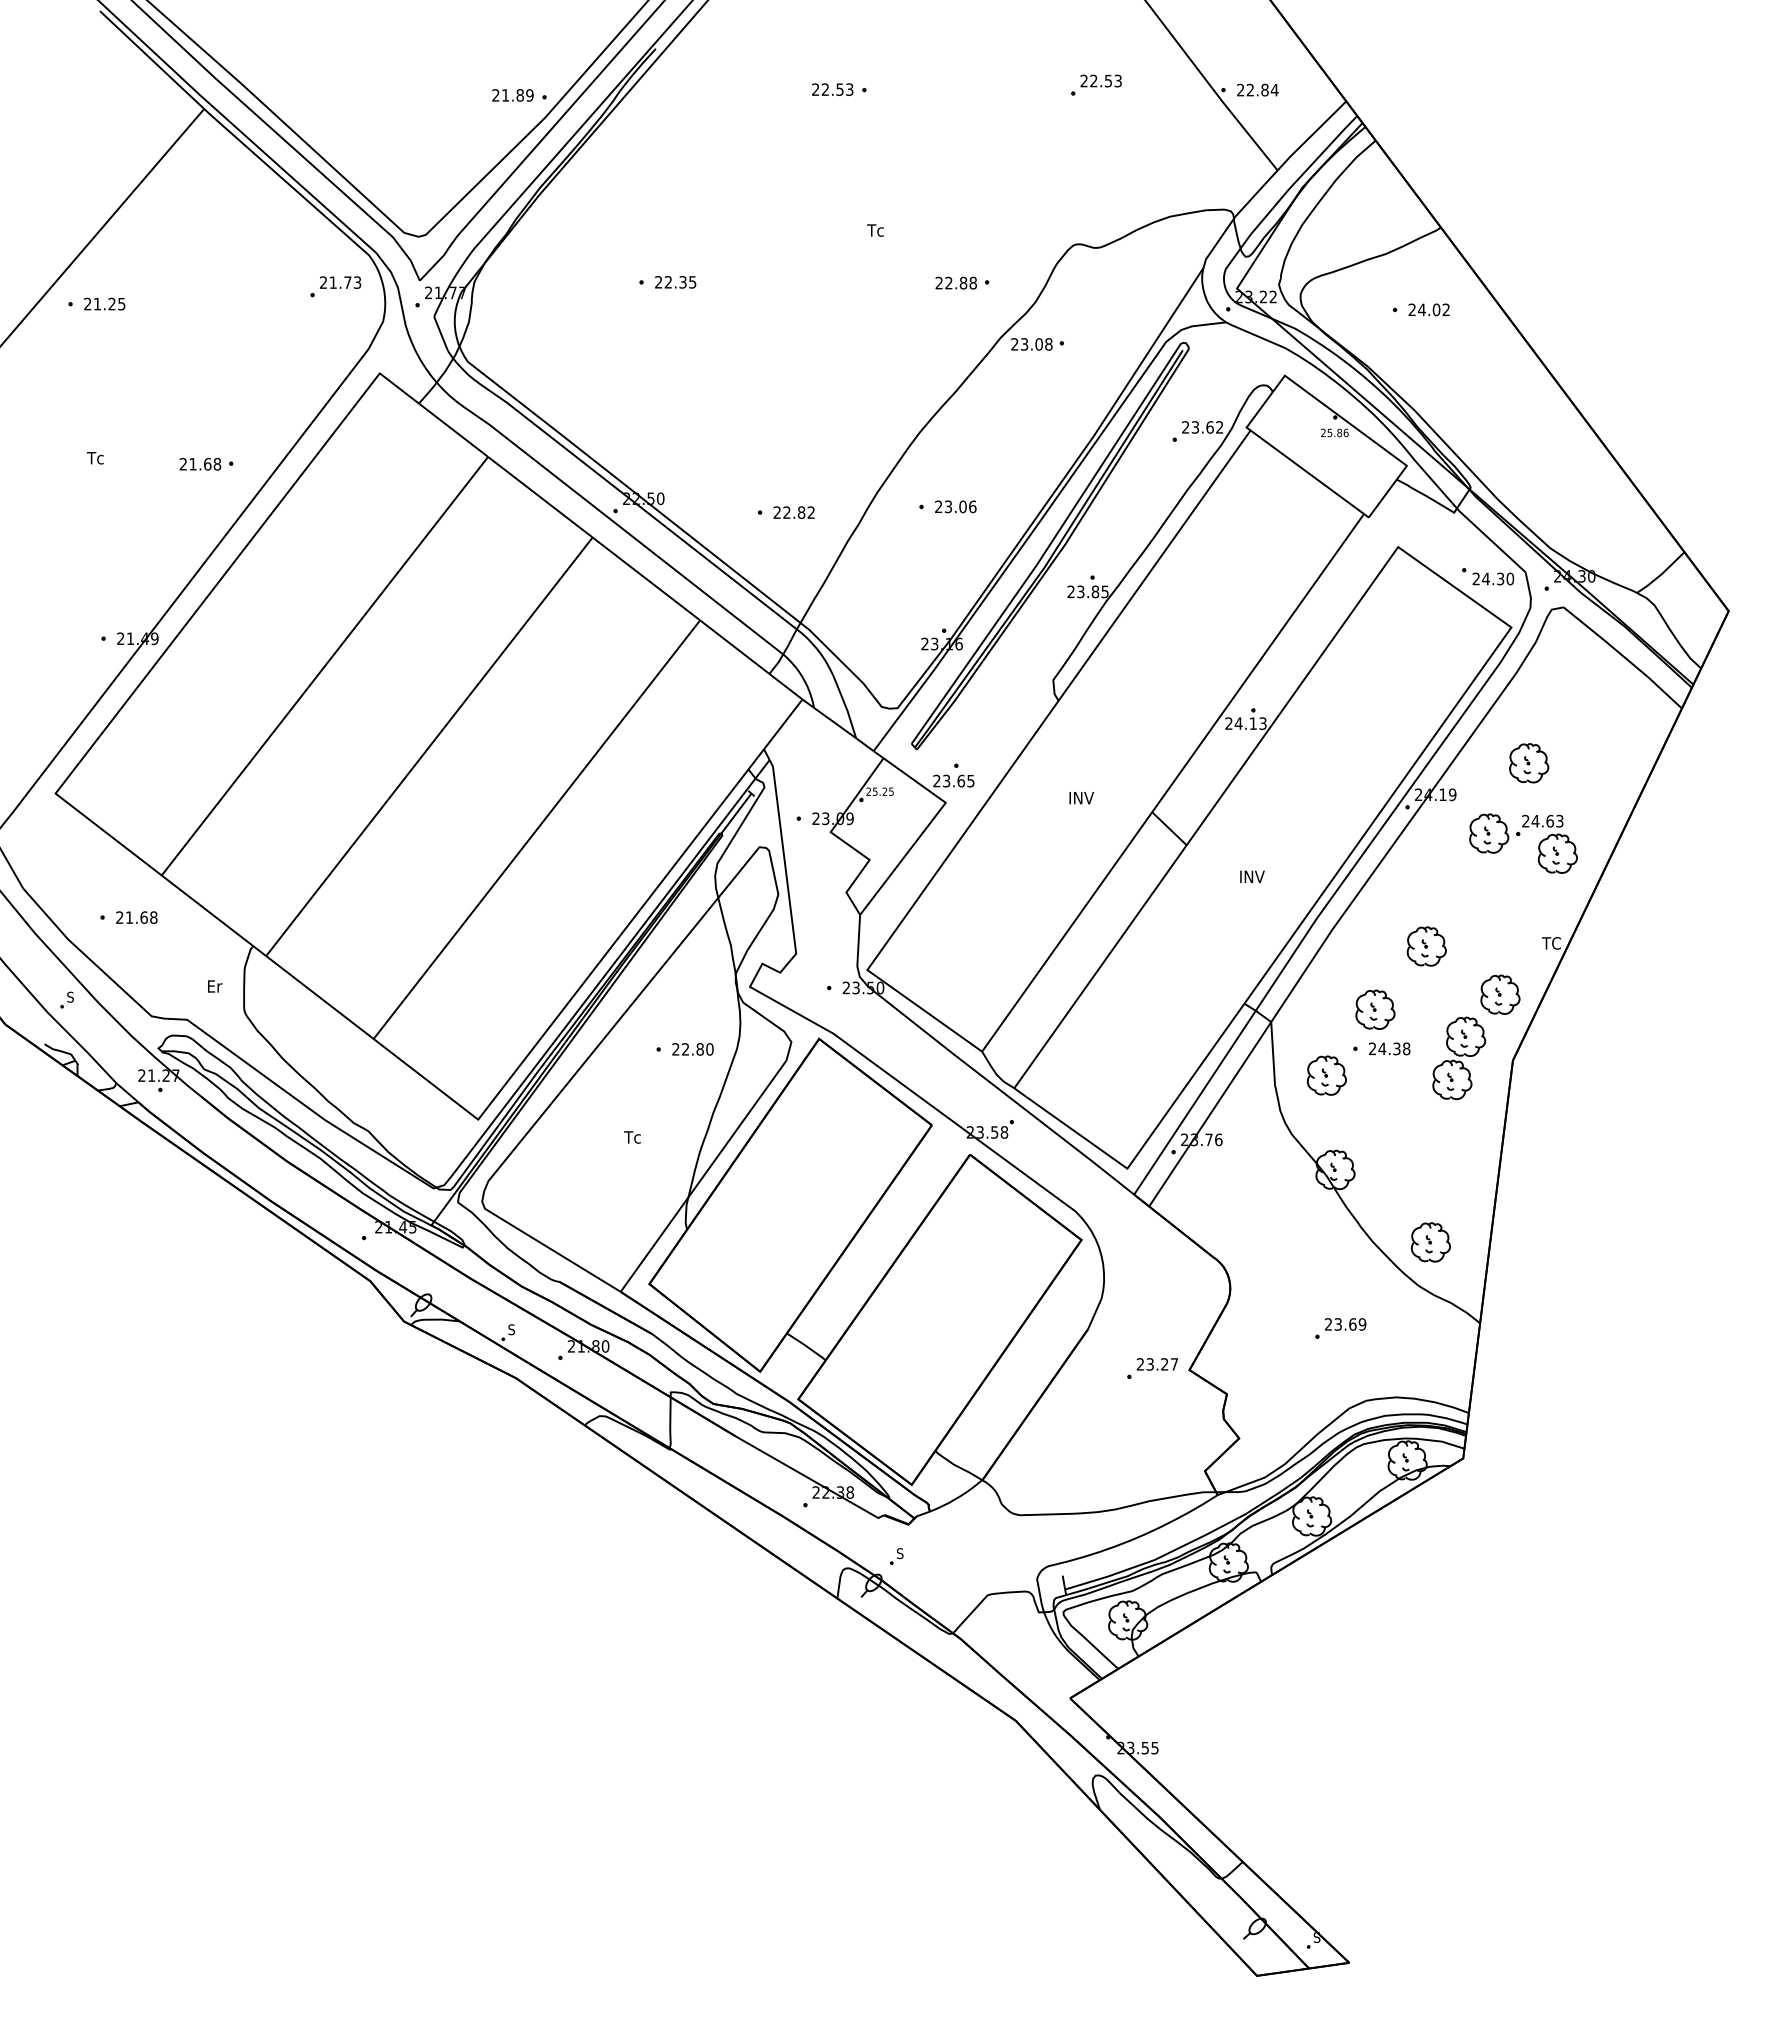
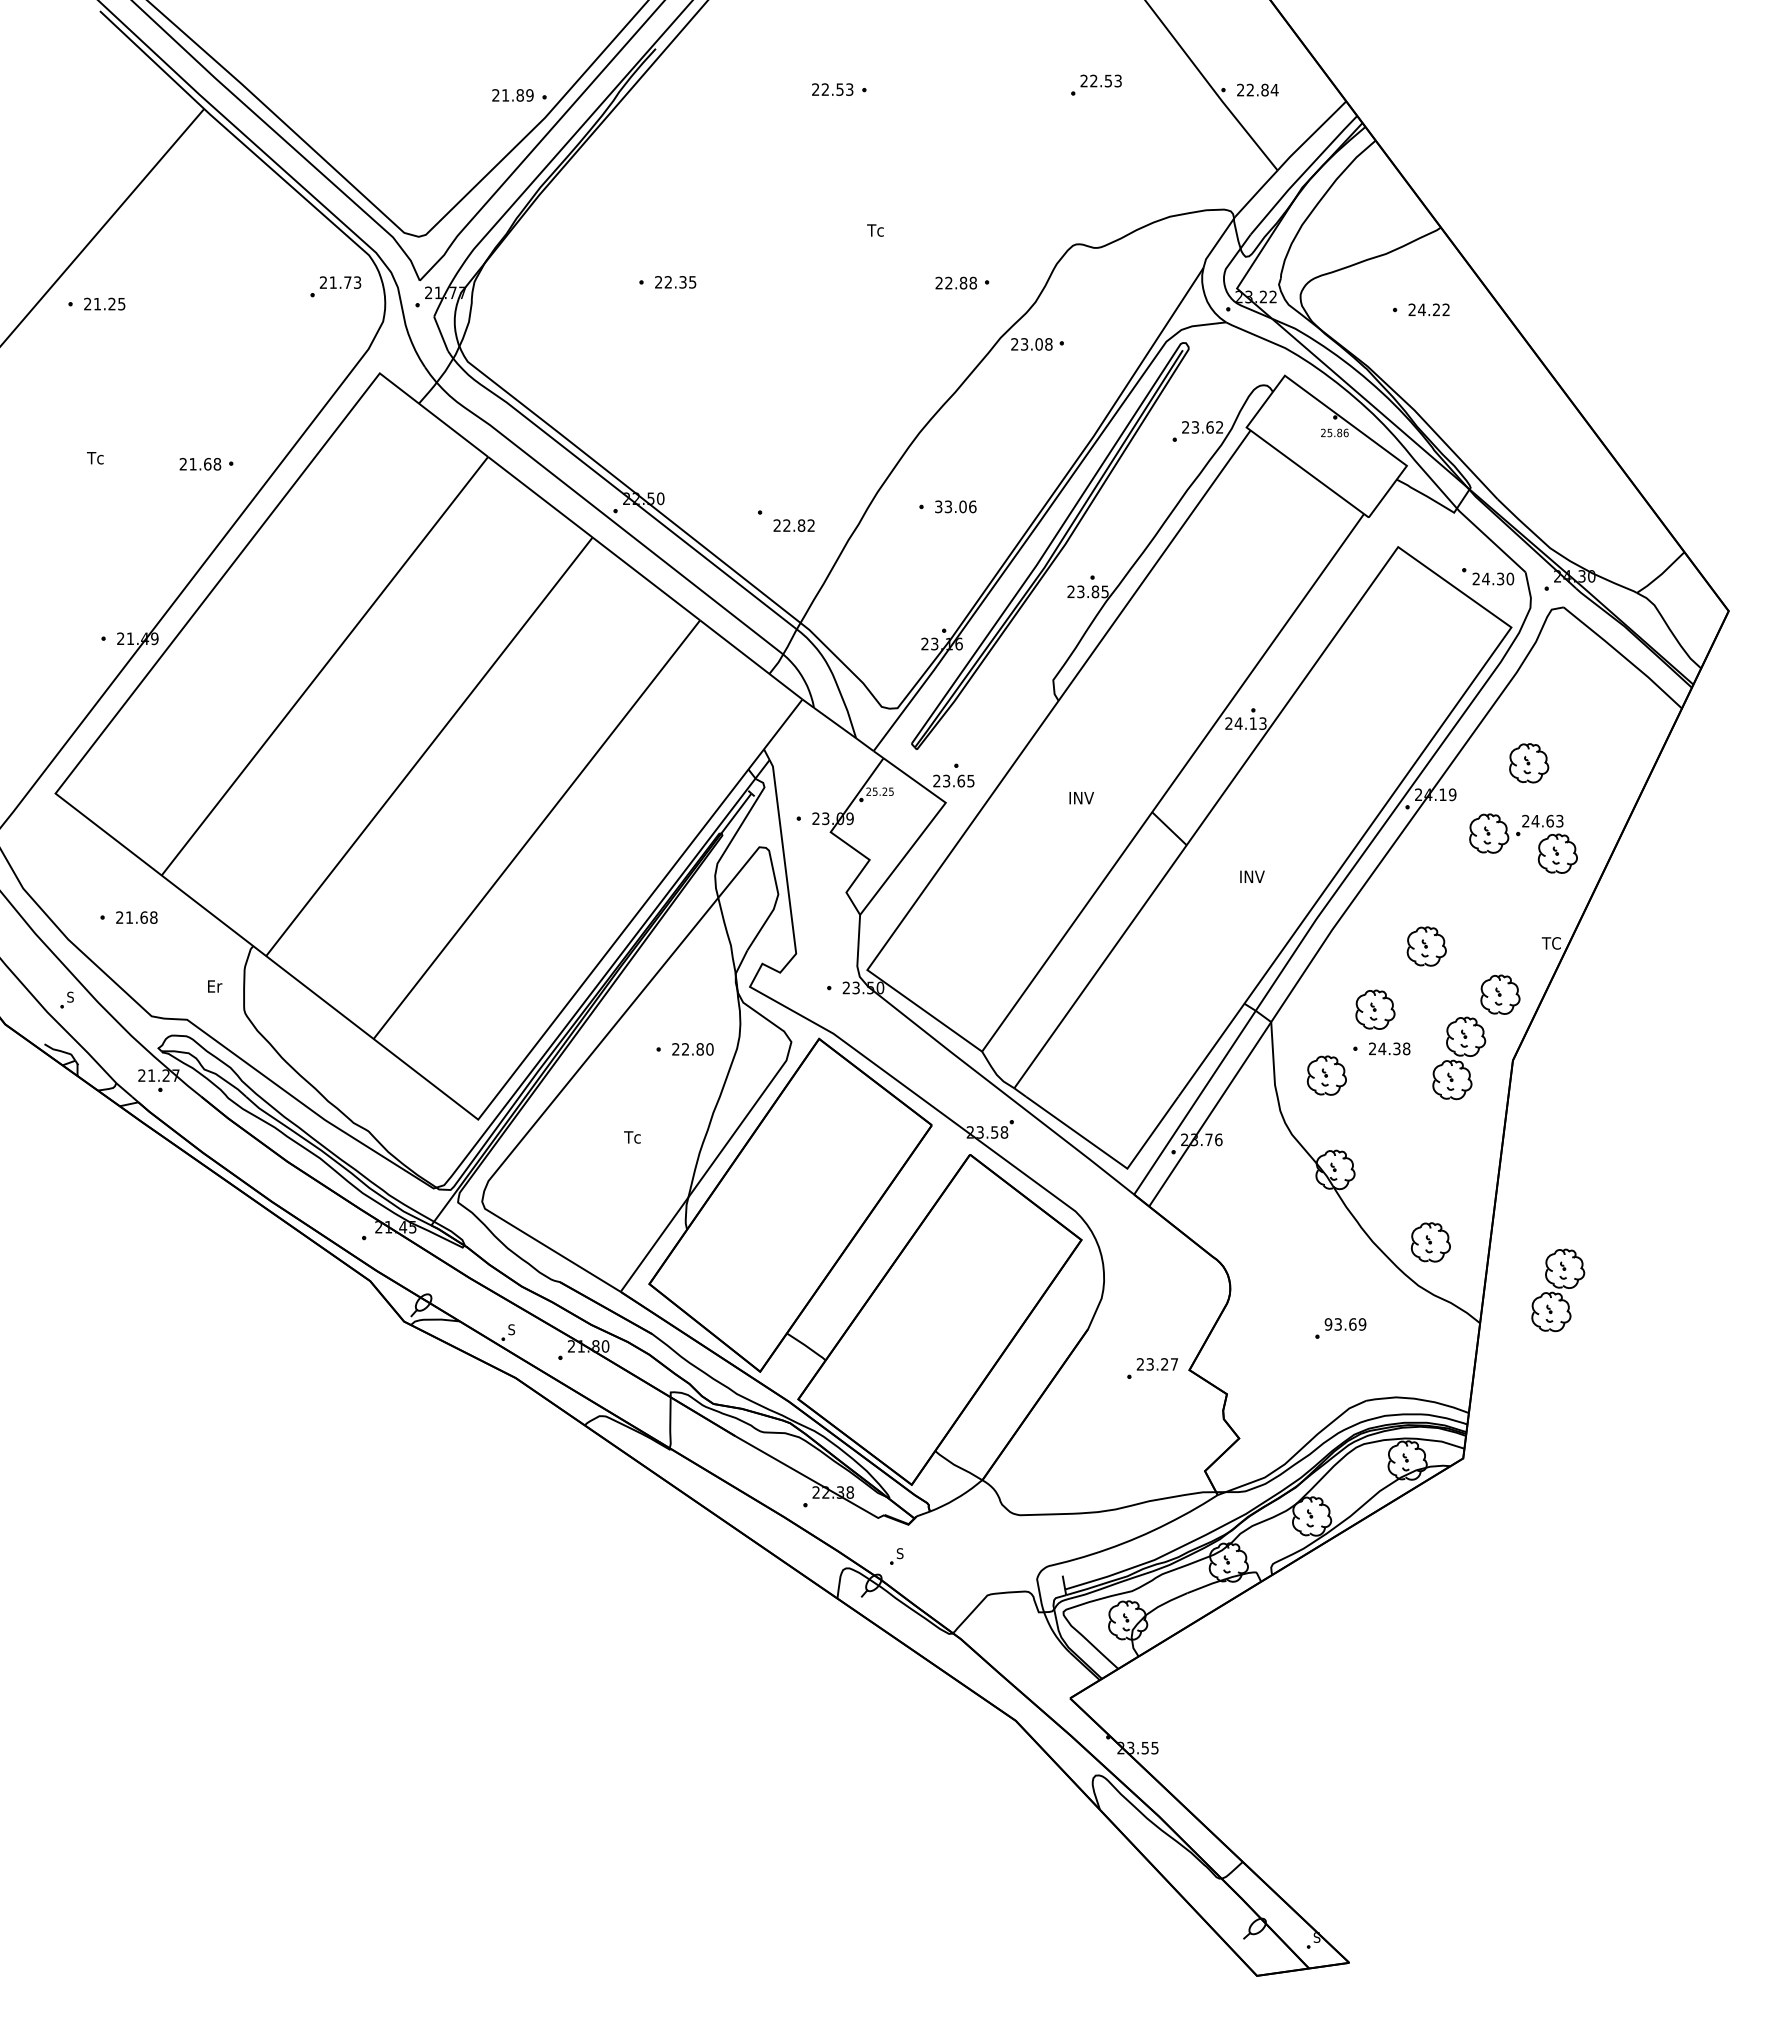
text at (1436, 309): 24.02 -> 24.22
text at (938, 507): 23.06 -> 33.06
text at (793, 512) position: (793, 512) -> (793, 525)
part at (1558, 1290): none -> present
text at (1328, 1324): 23.69 -> 93.69
